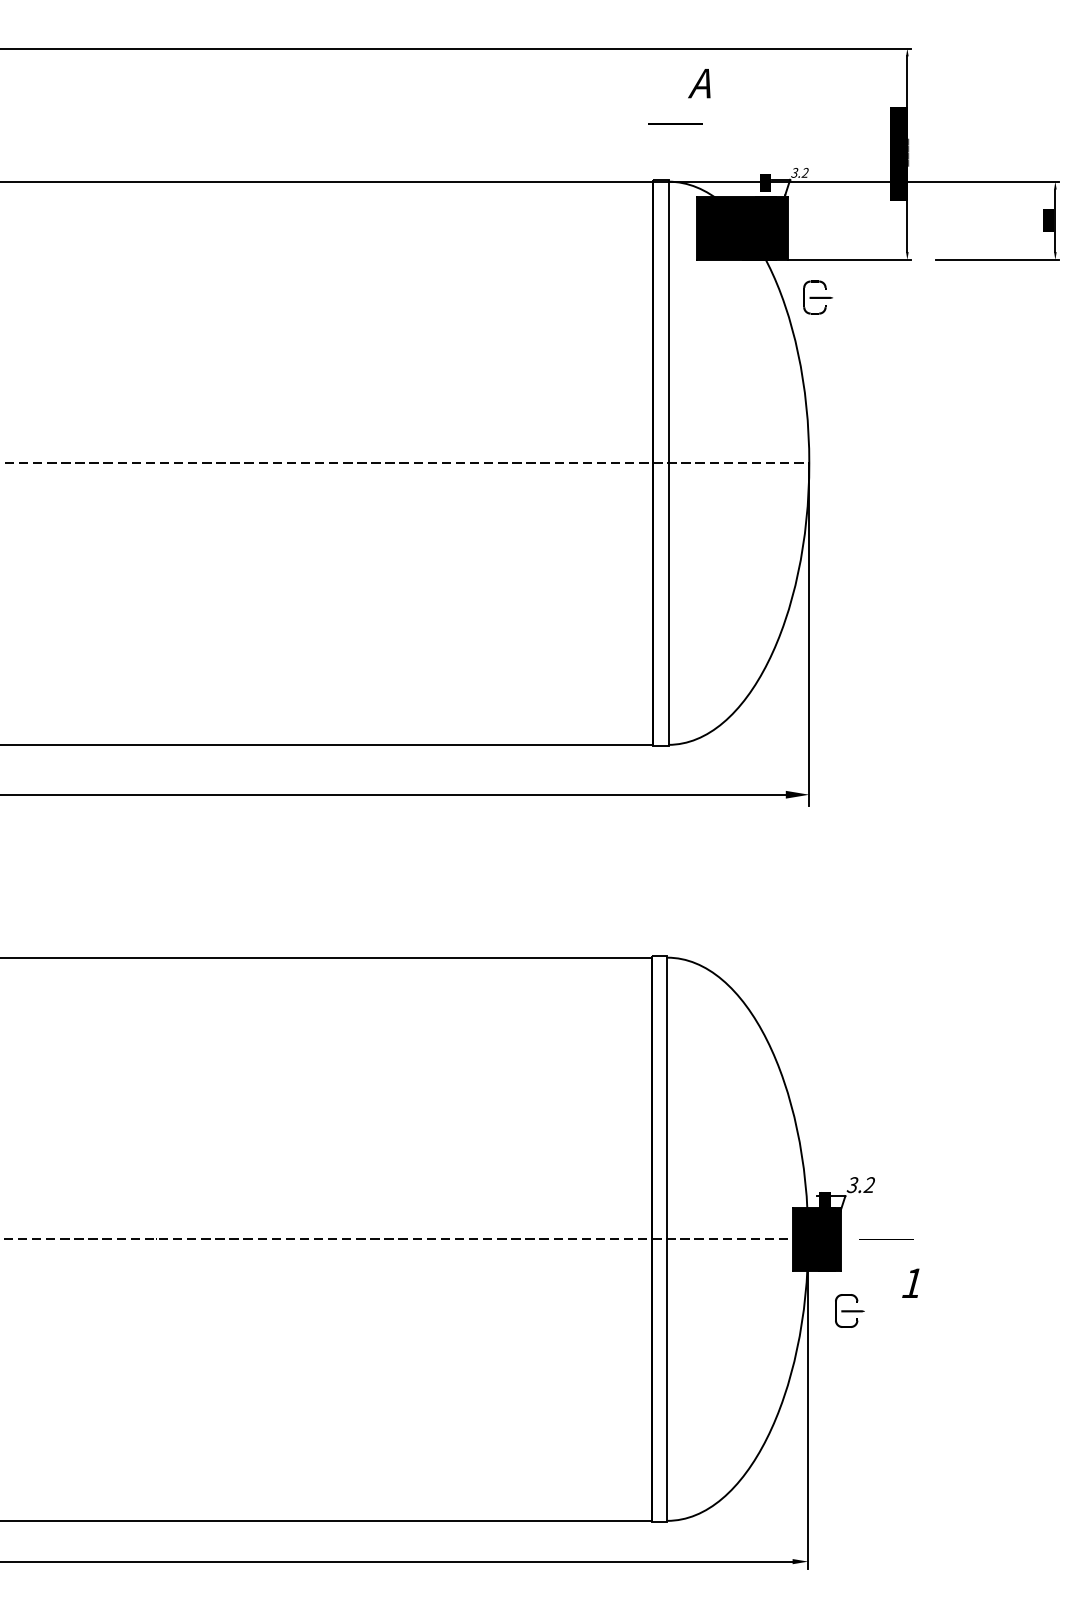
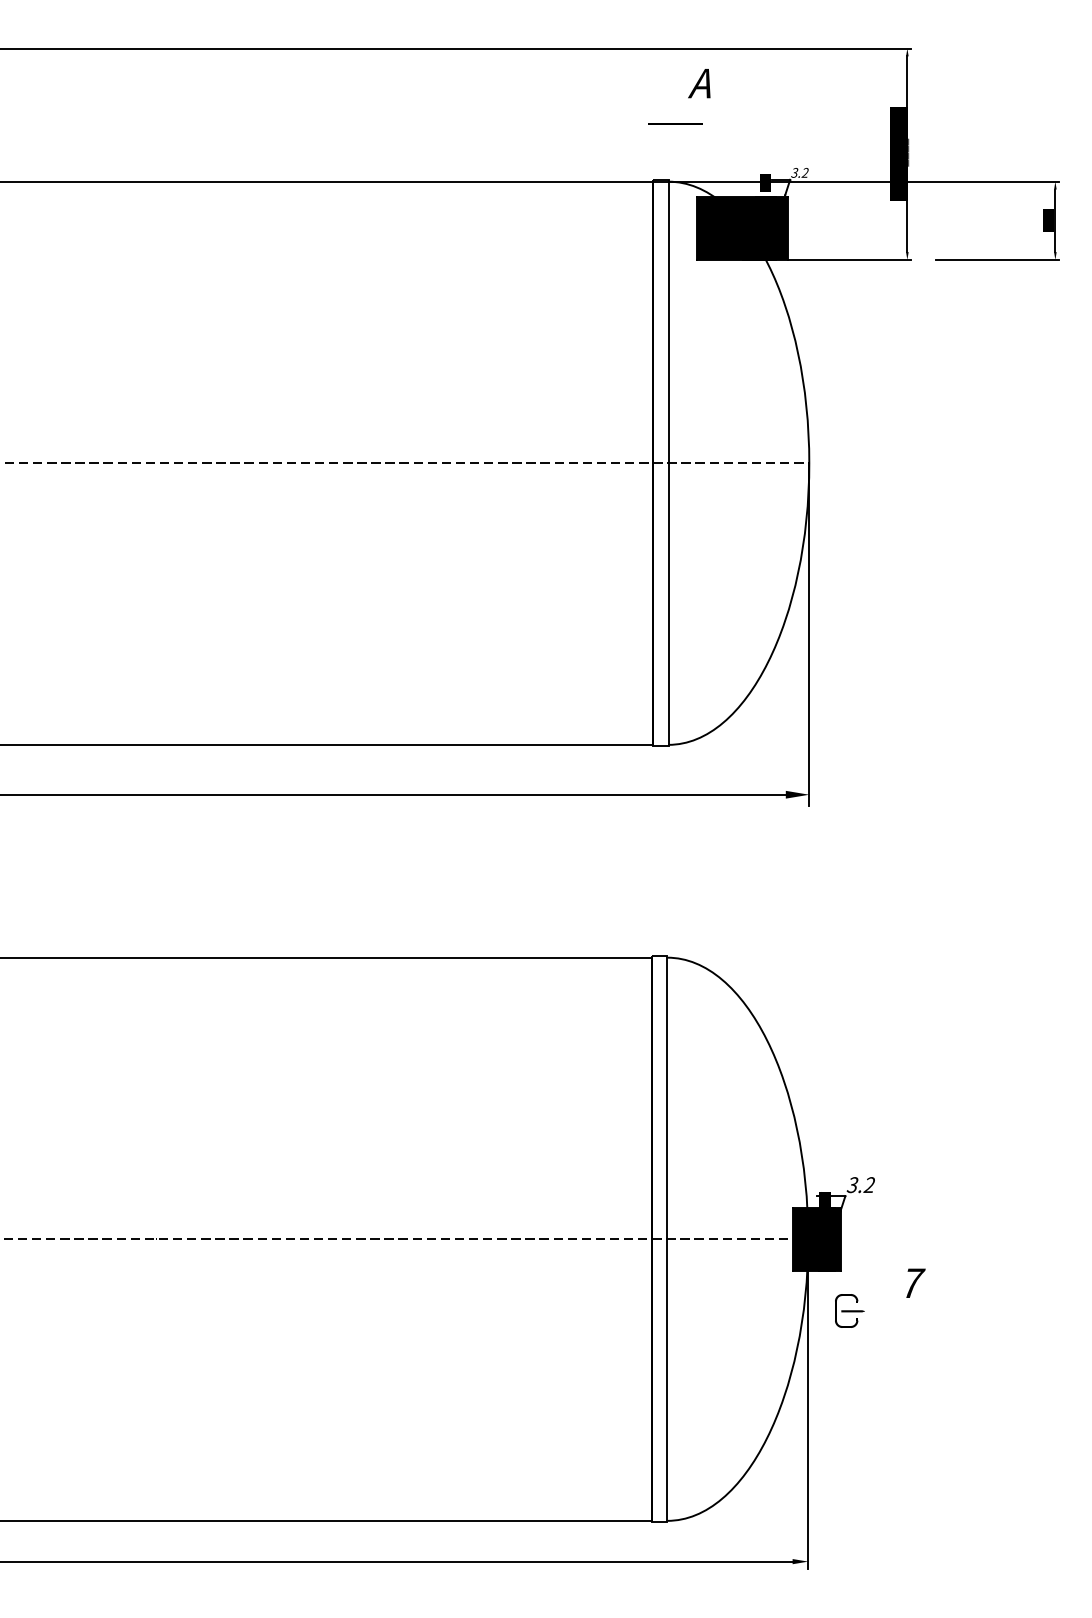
part at (817, 297): present -> none
line at (886, 1239): present -> none
text at (913, 1282): 1 -> 7
